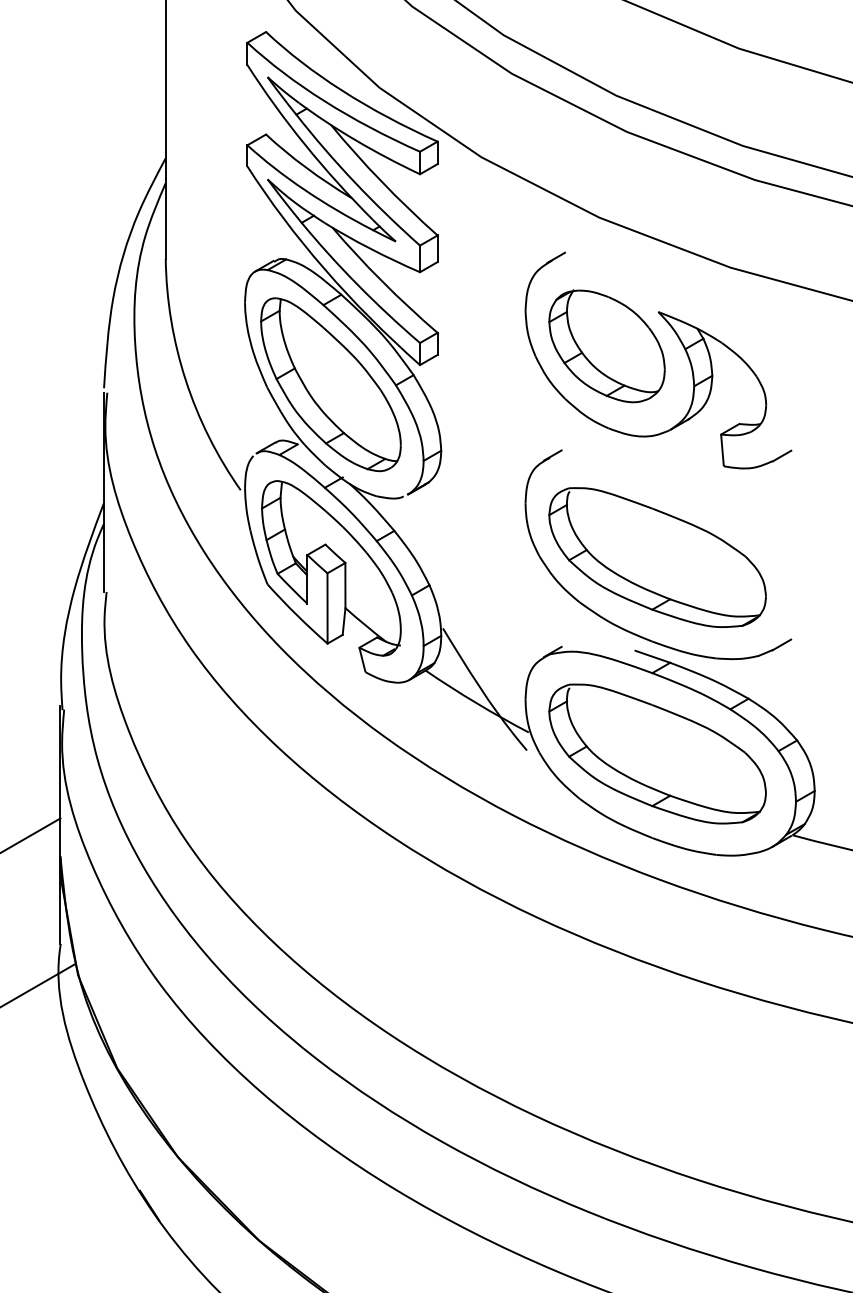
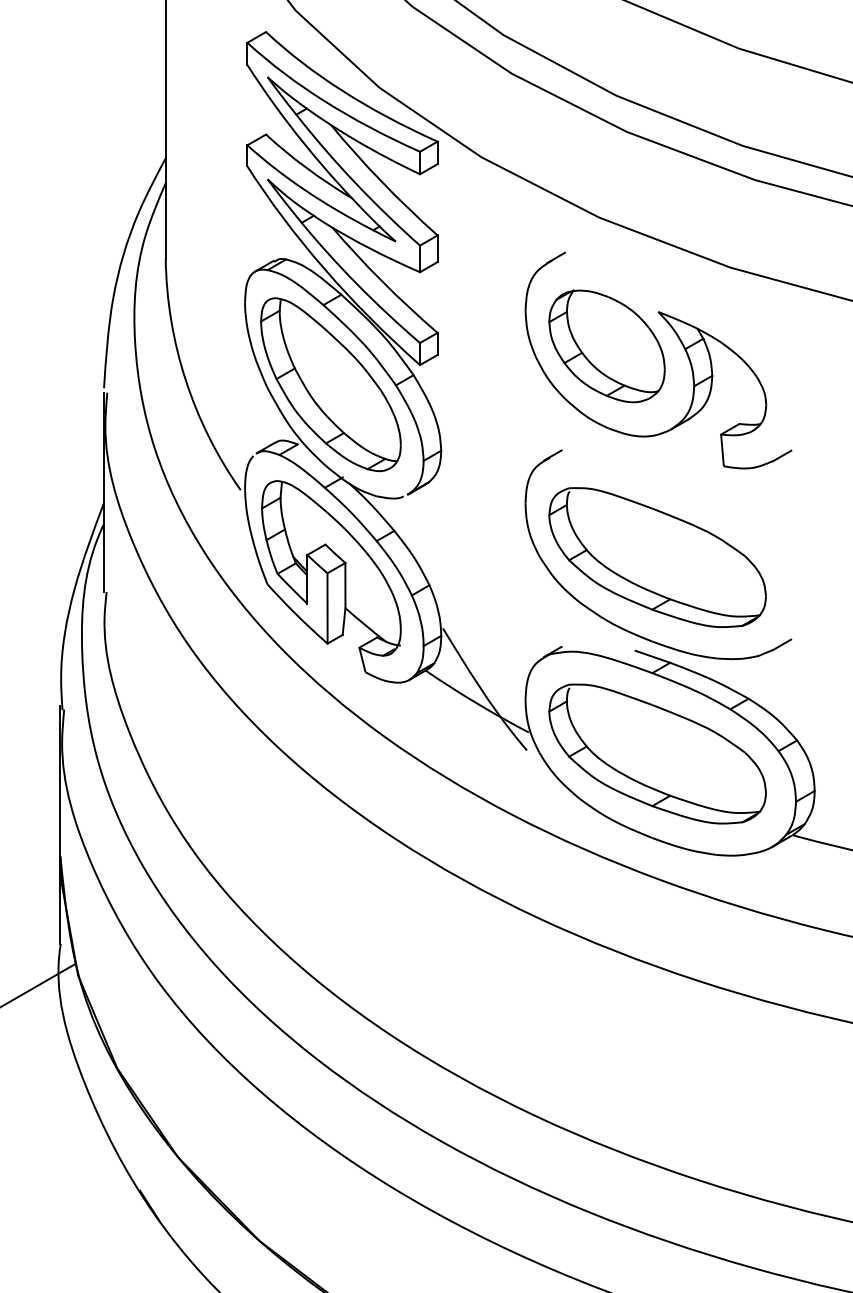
line at (31, 834): present -> none
